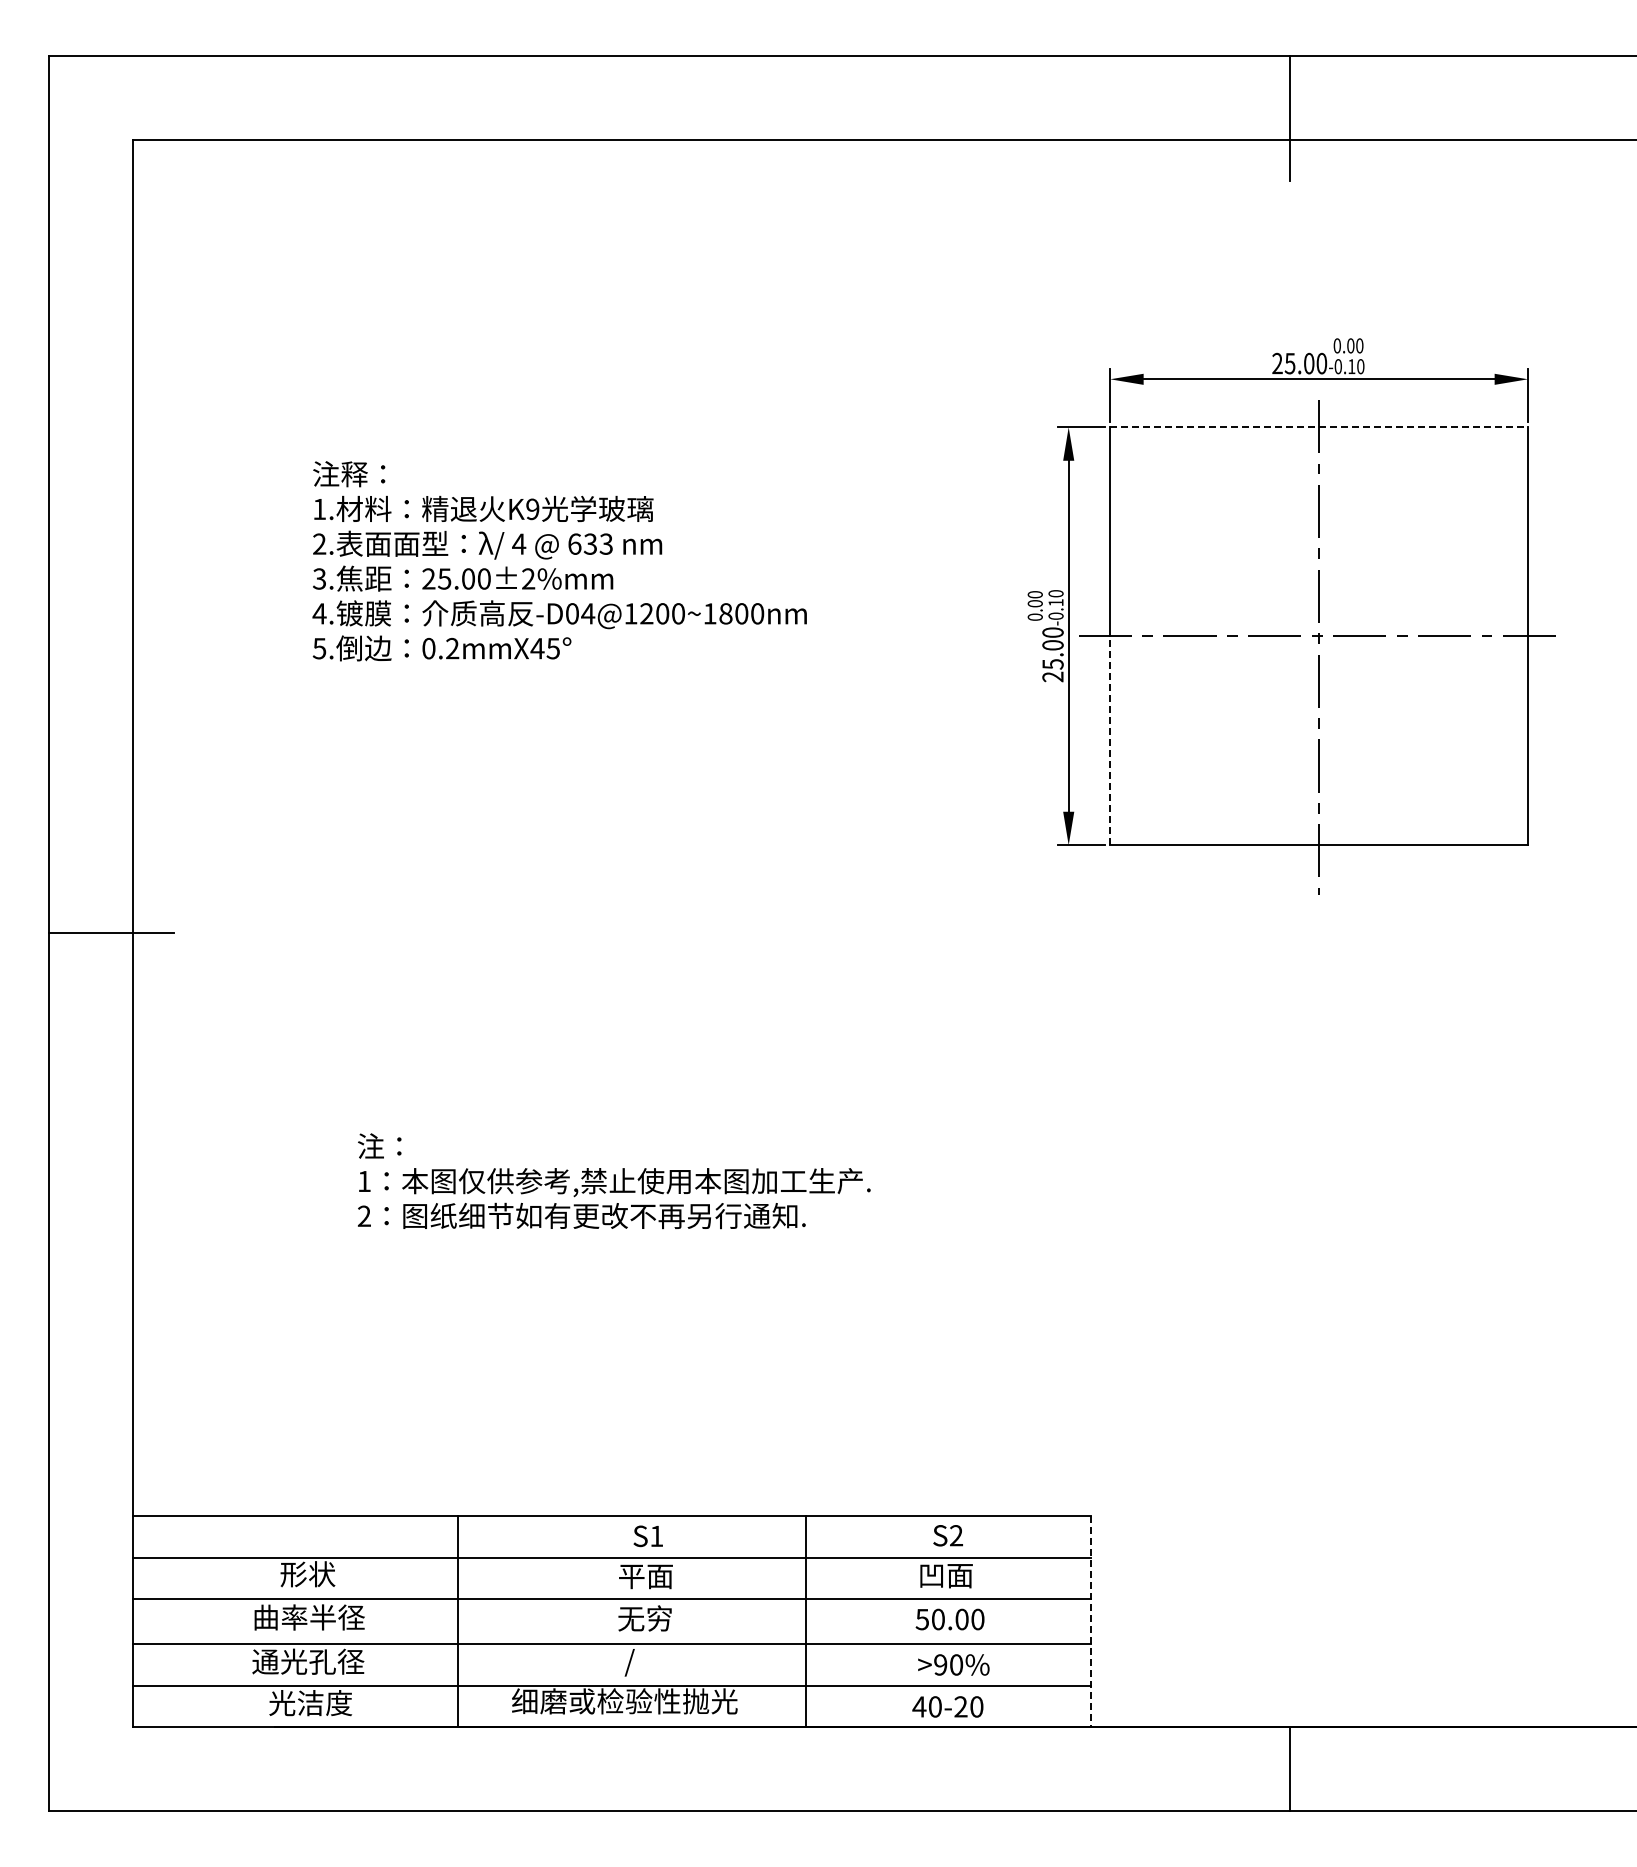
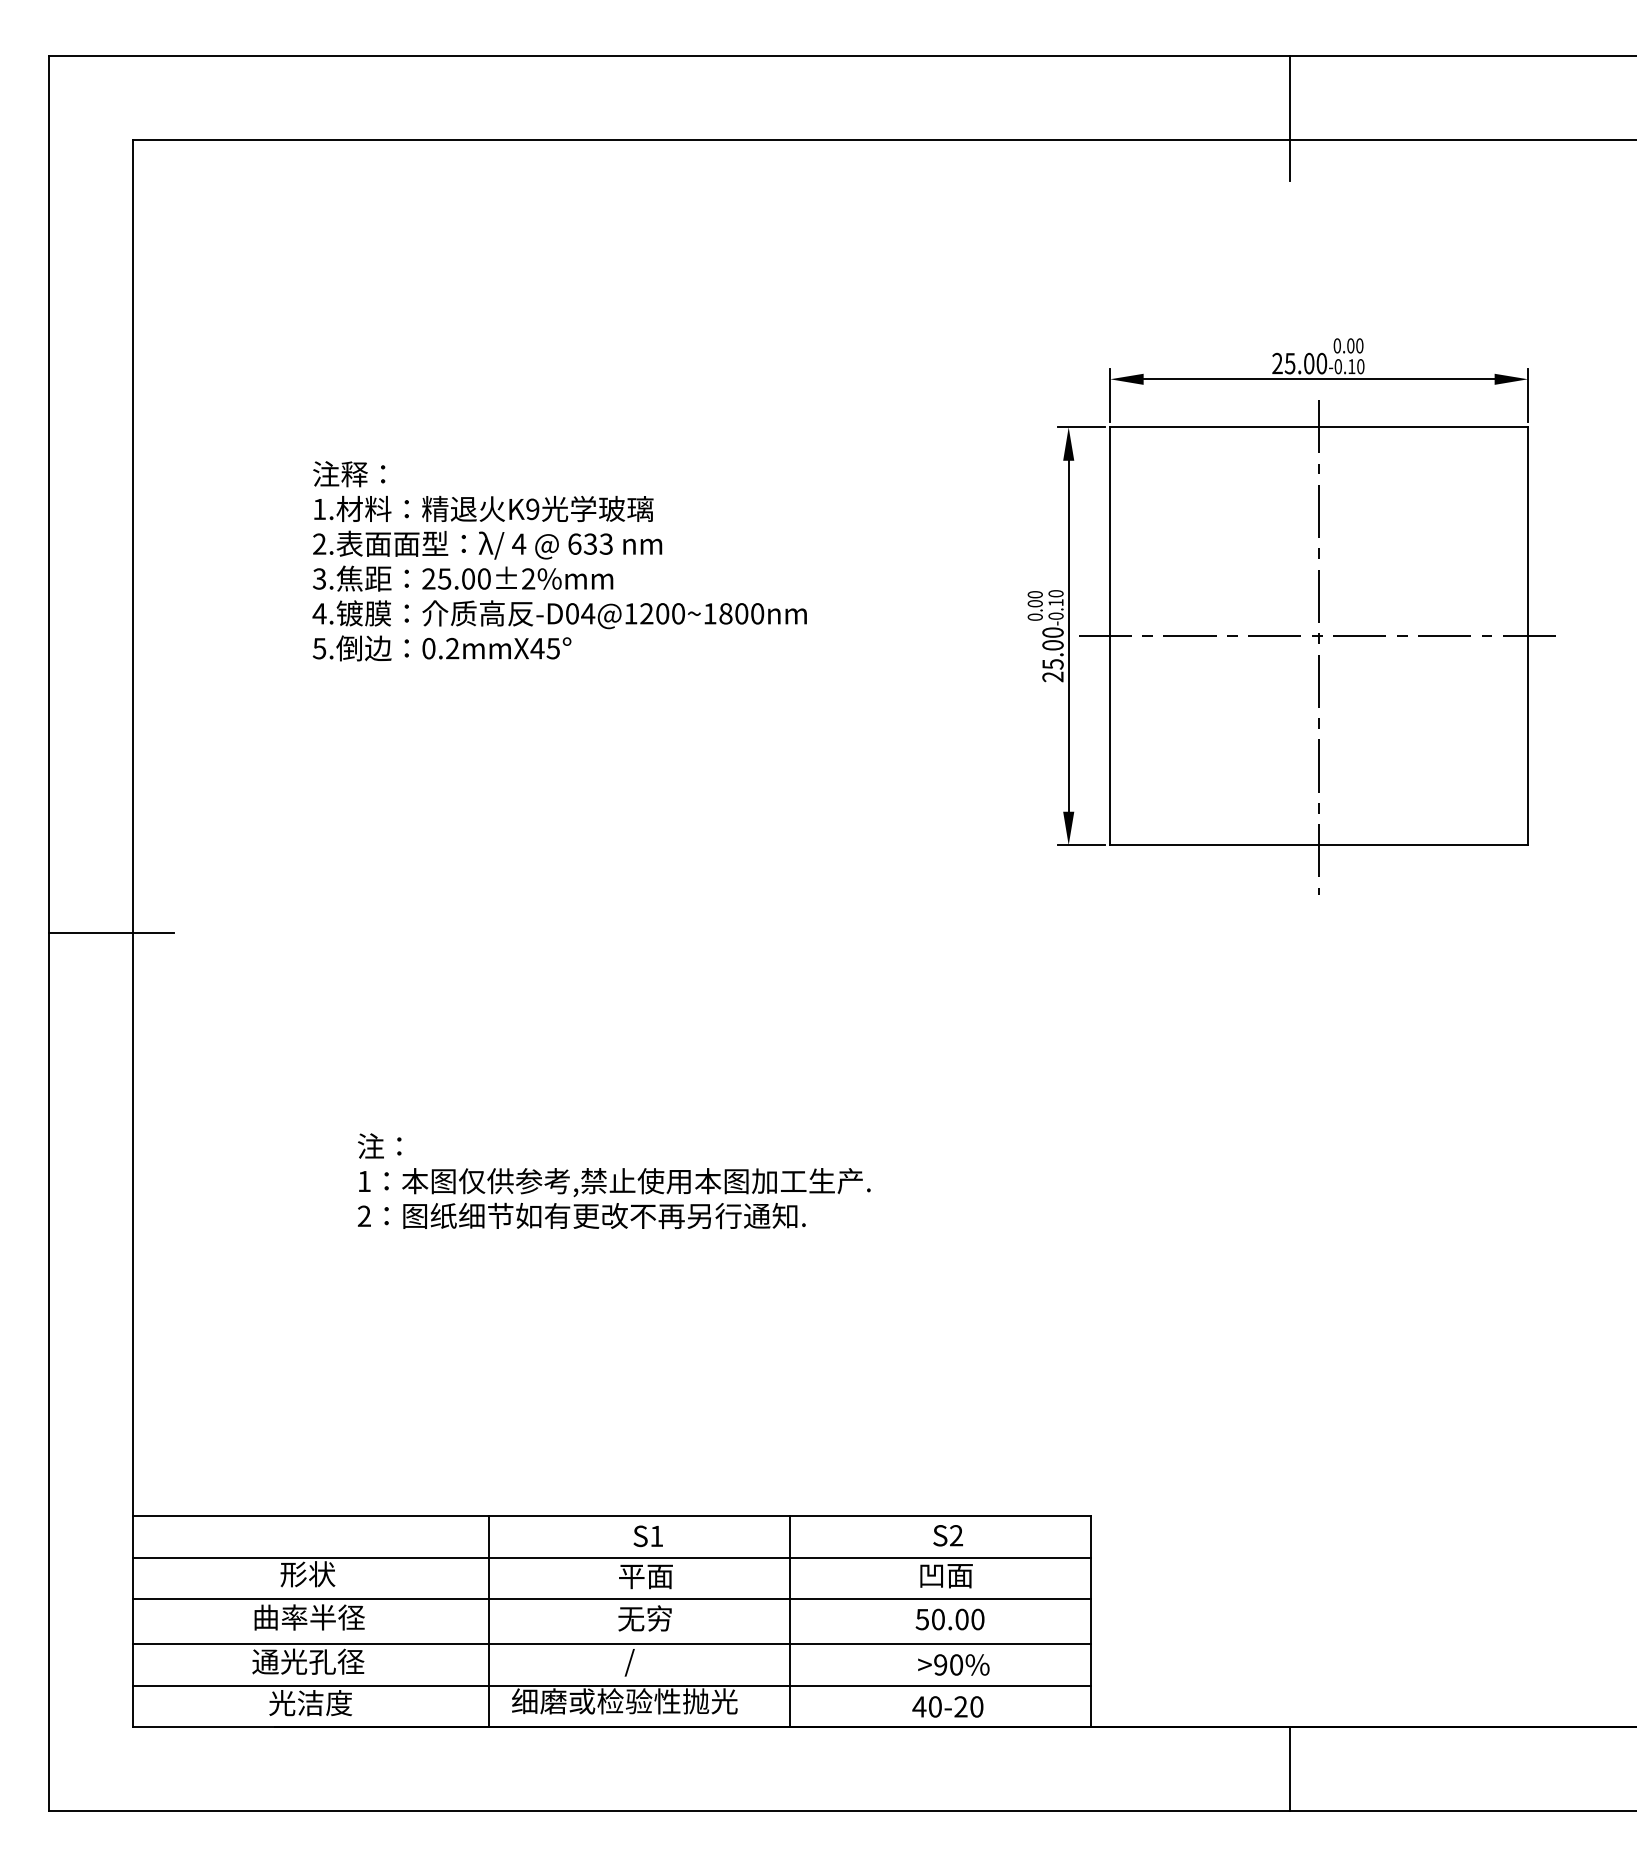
line at (1319, 427): dashed -> solid
line at (1110, 740): dashed -> solid
line at (457, 1621) position: (457, 1621) -> (488, 1621)
line at (805, 1621) position: (805, 1621) -> (789, 1621)
line at (1090, 1621): dashed -> solid
